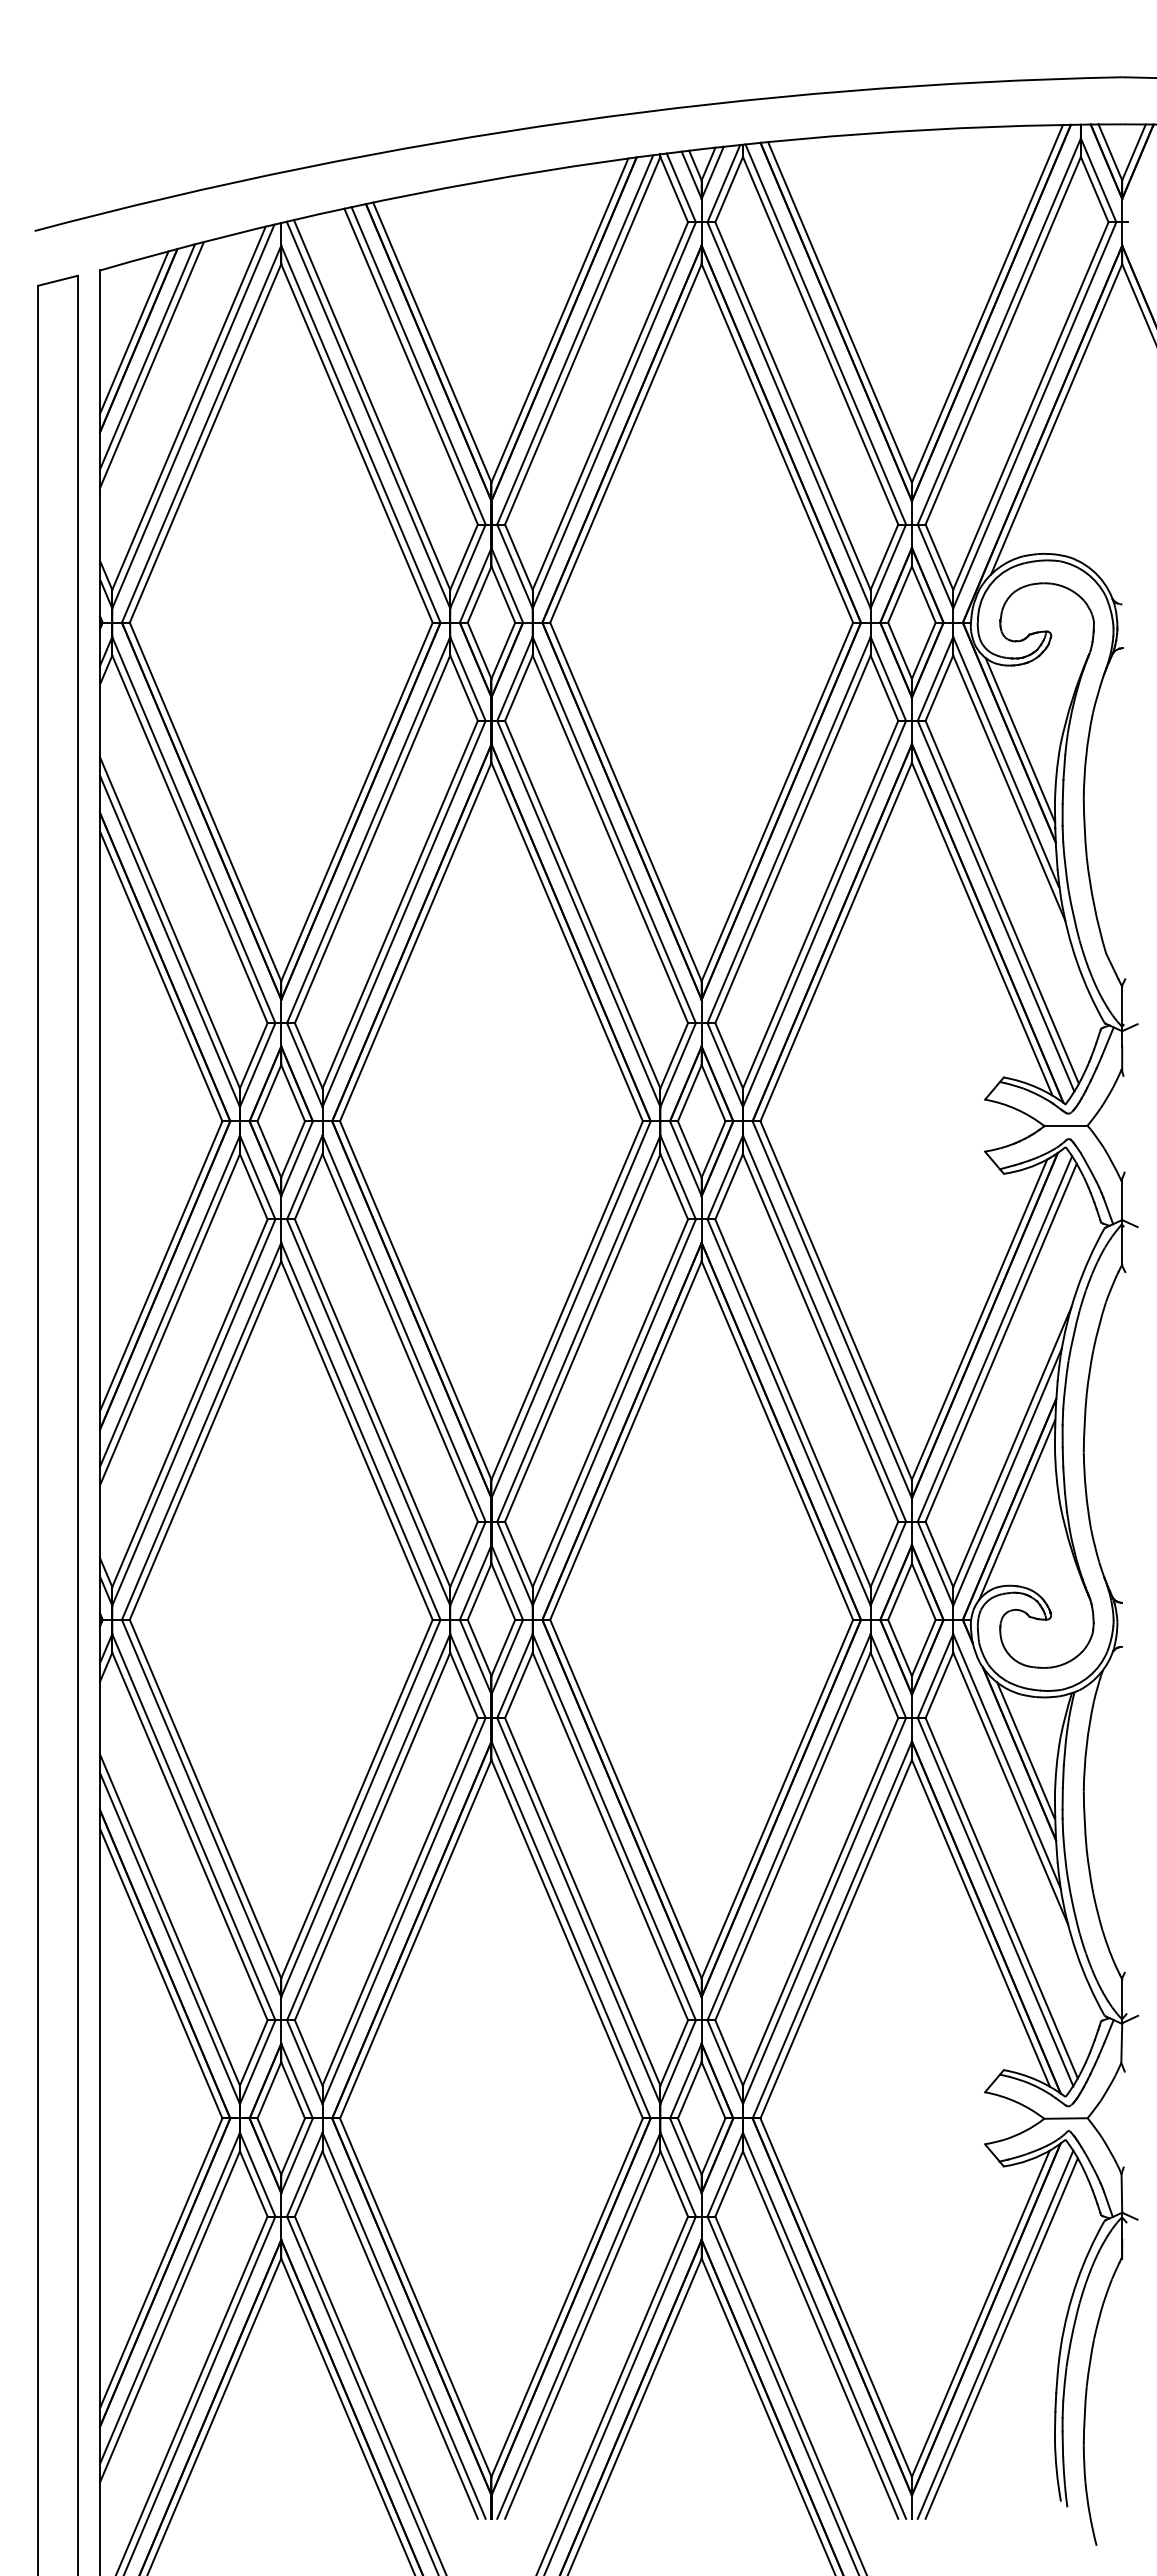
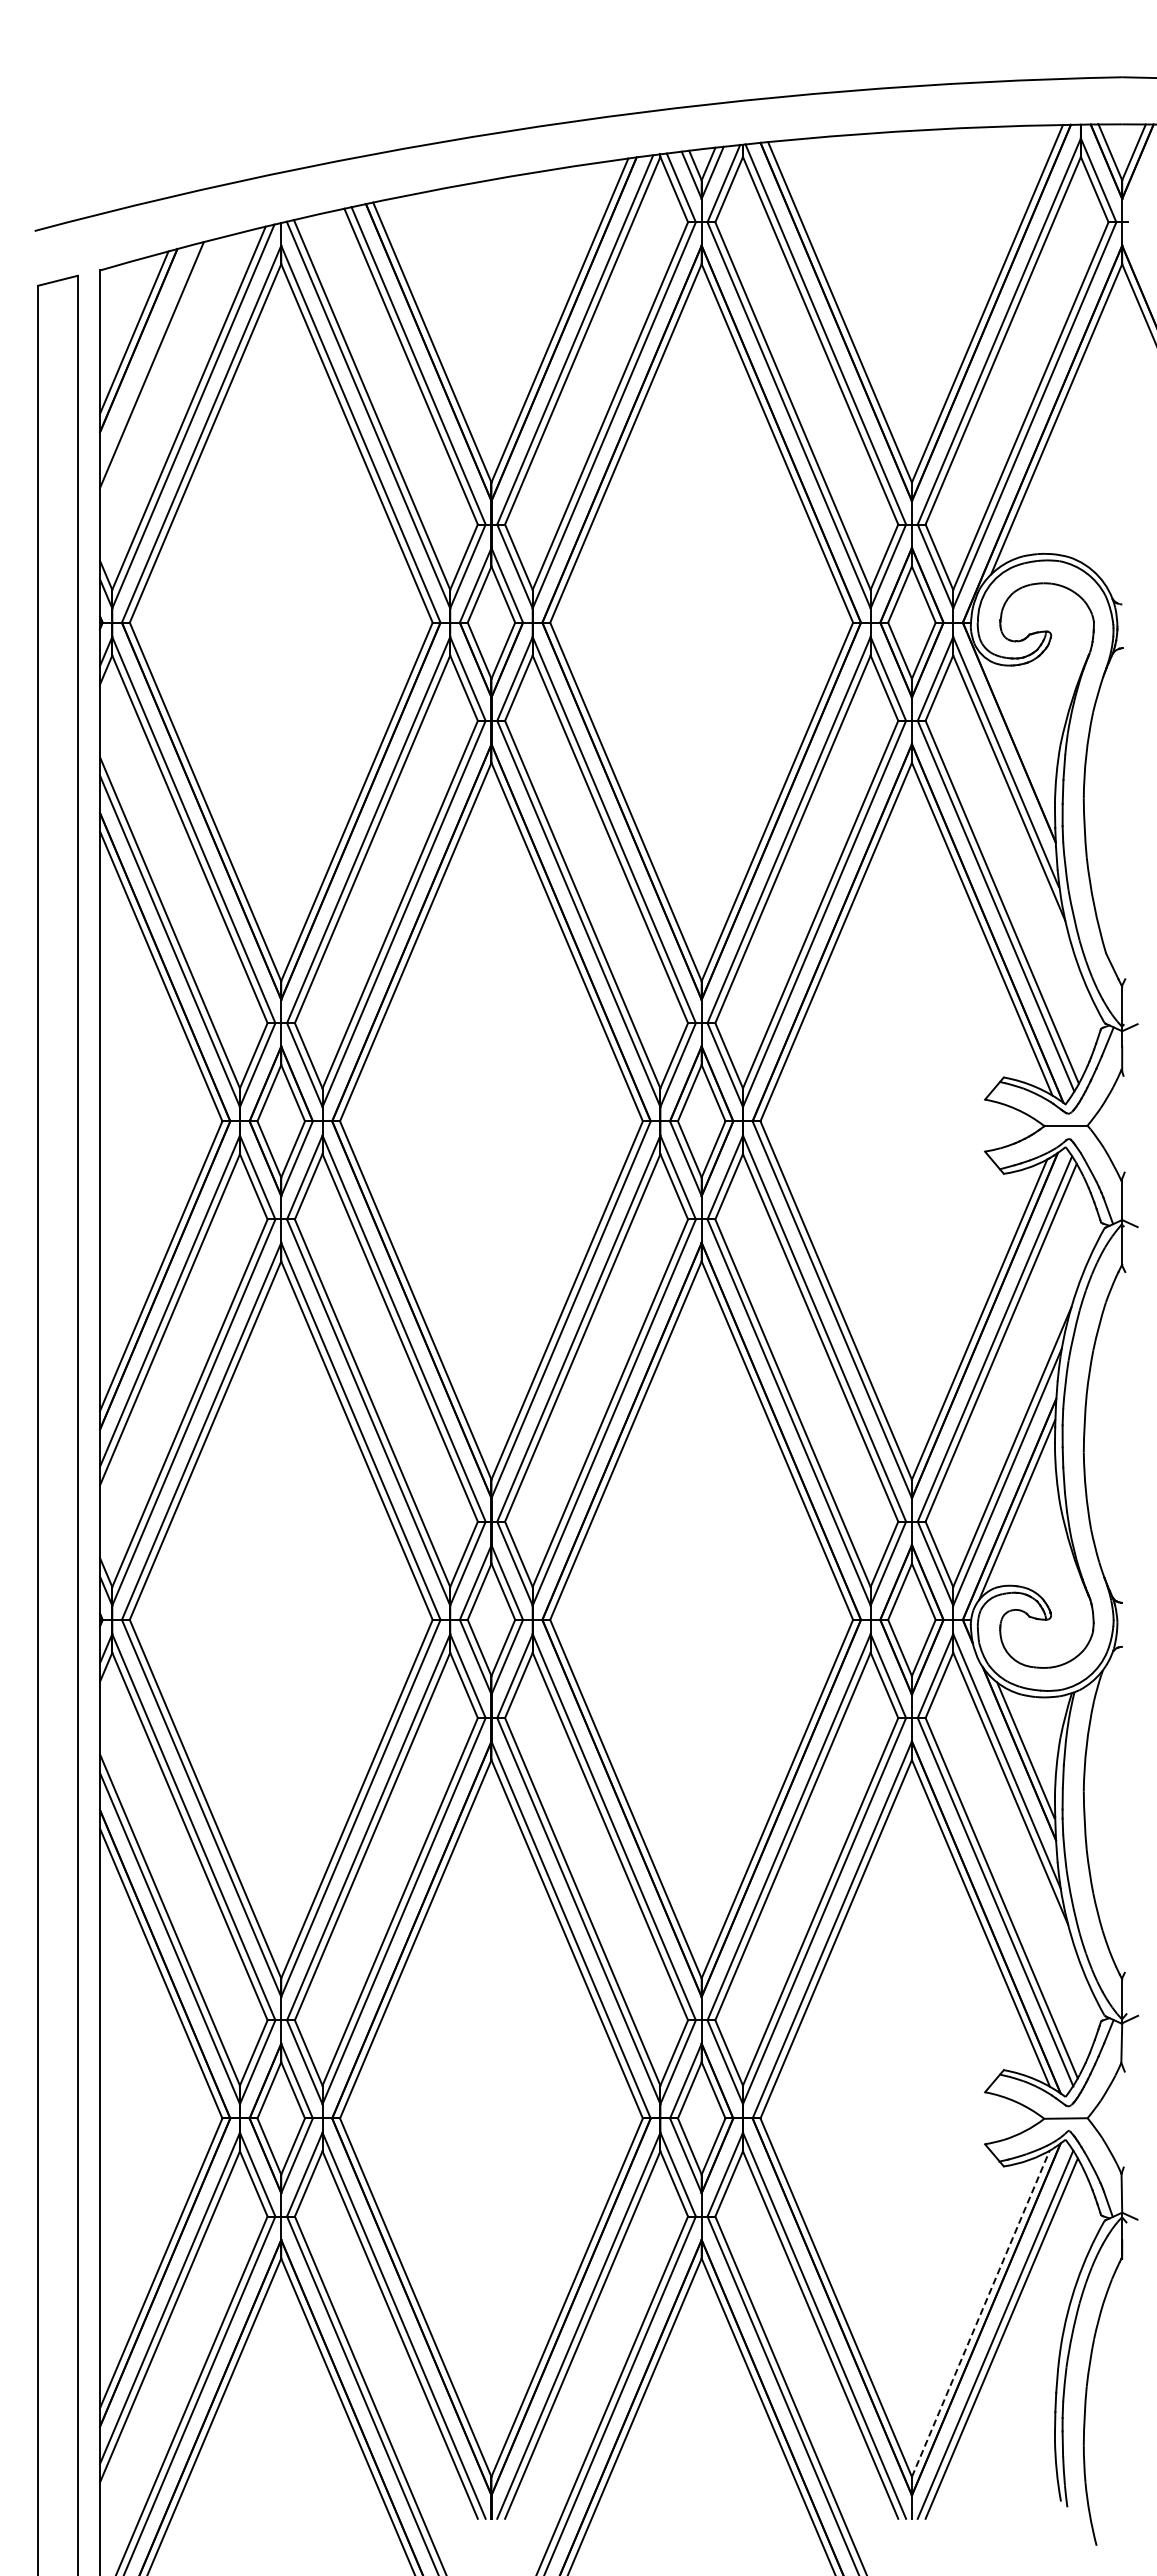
line at (147, 356): present -> none
line at (1020, 740): present -> none
line at (980, 2313): solid -> dashed
